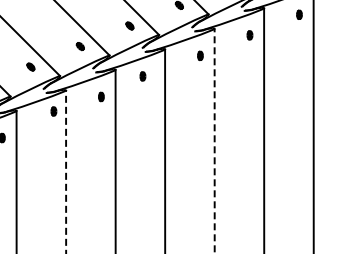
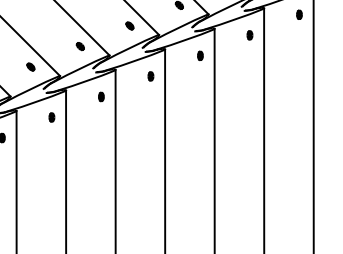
part at (142, 76) position: (142, 76) -> (150, 76)
part at (53, 111) position: (53, 111) -> (51, 117)
line at (214, 140): dashed -> solid
line at (66, 171): dashed -> solid
